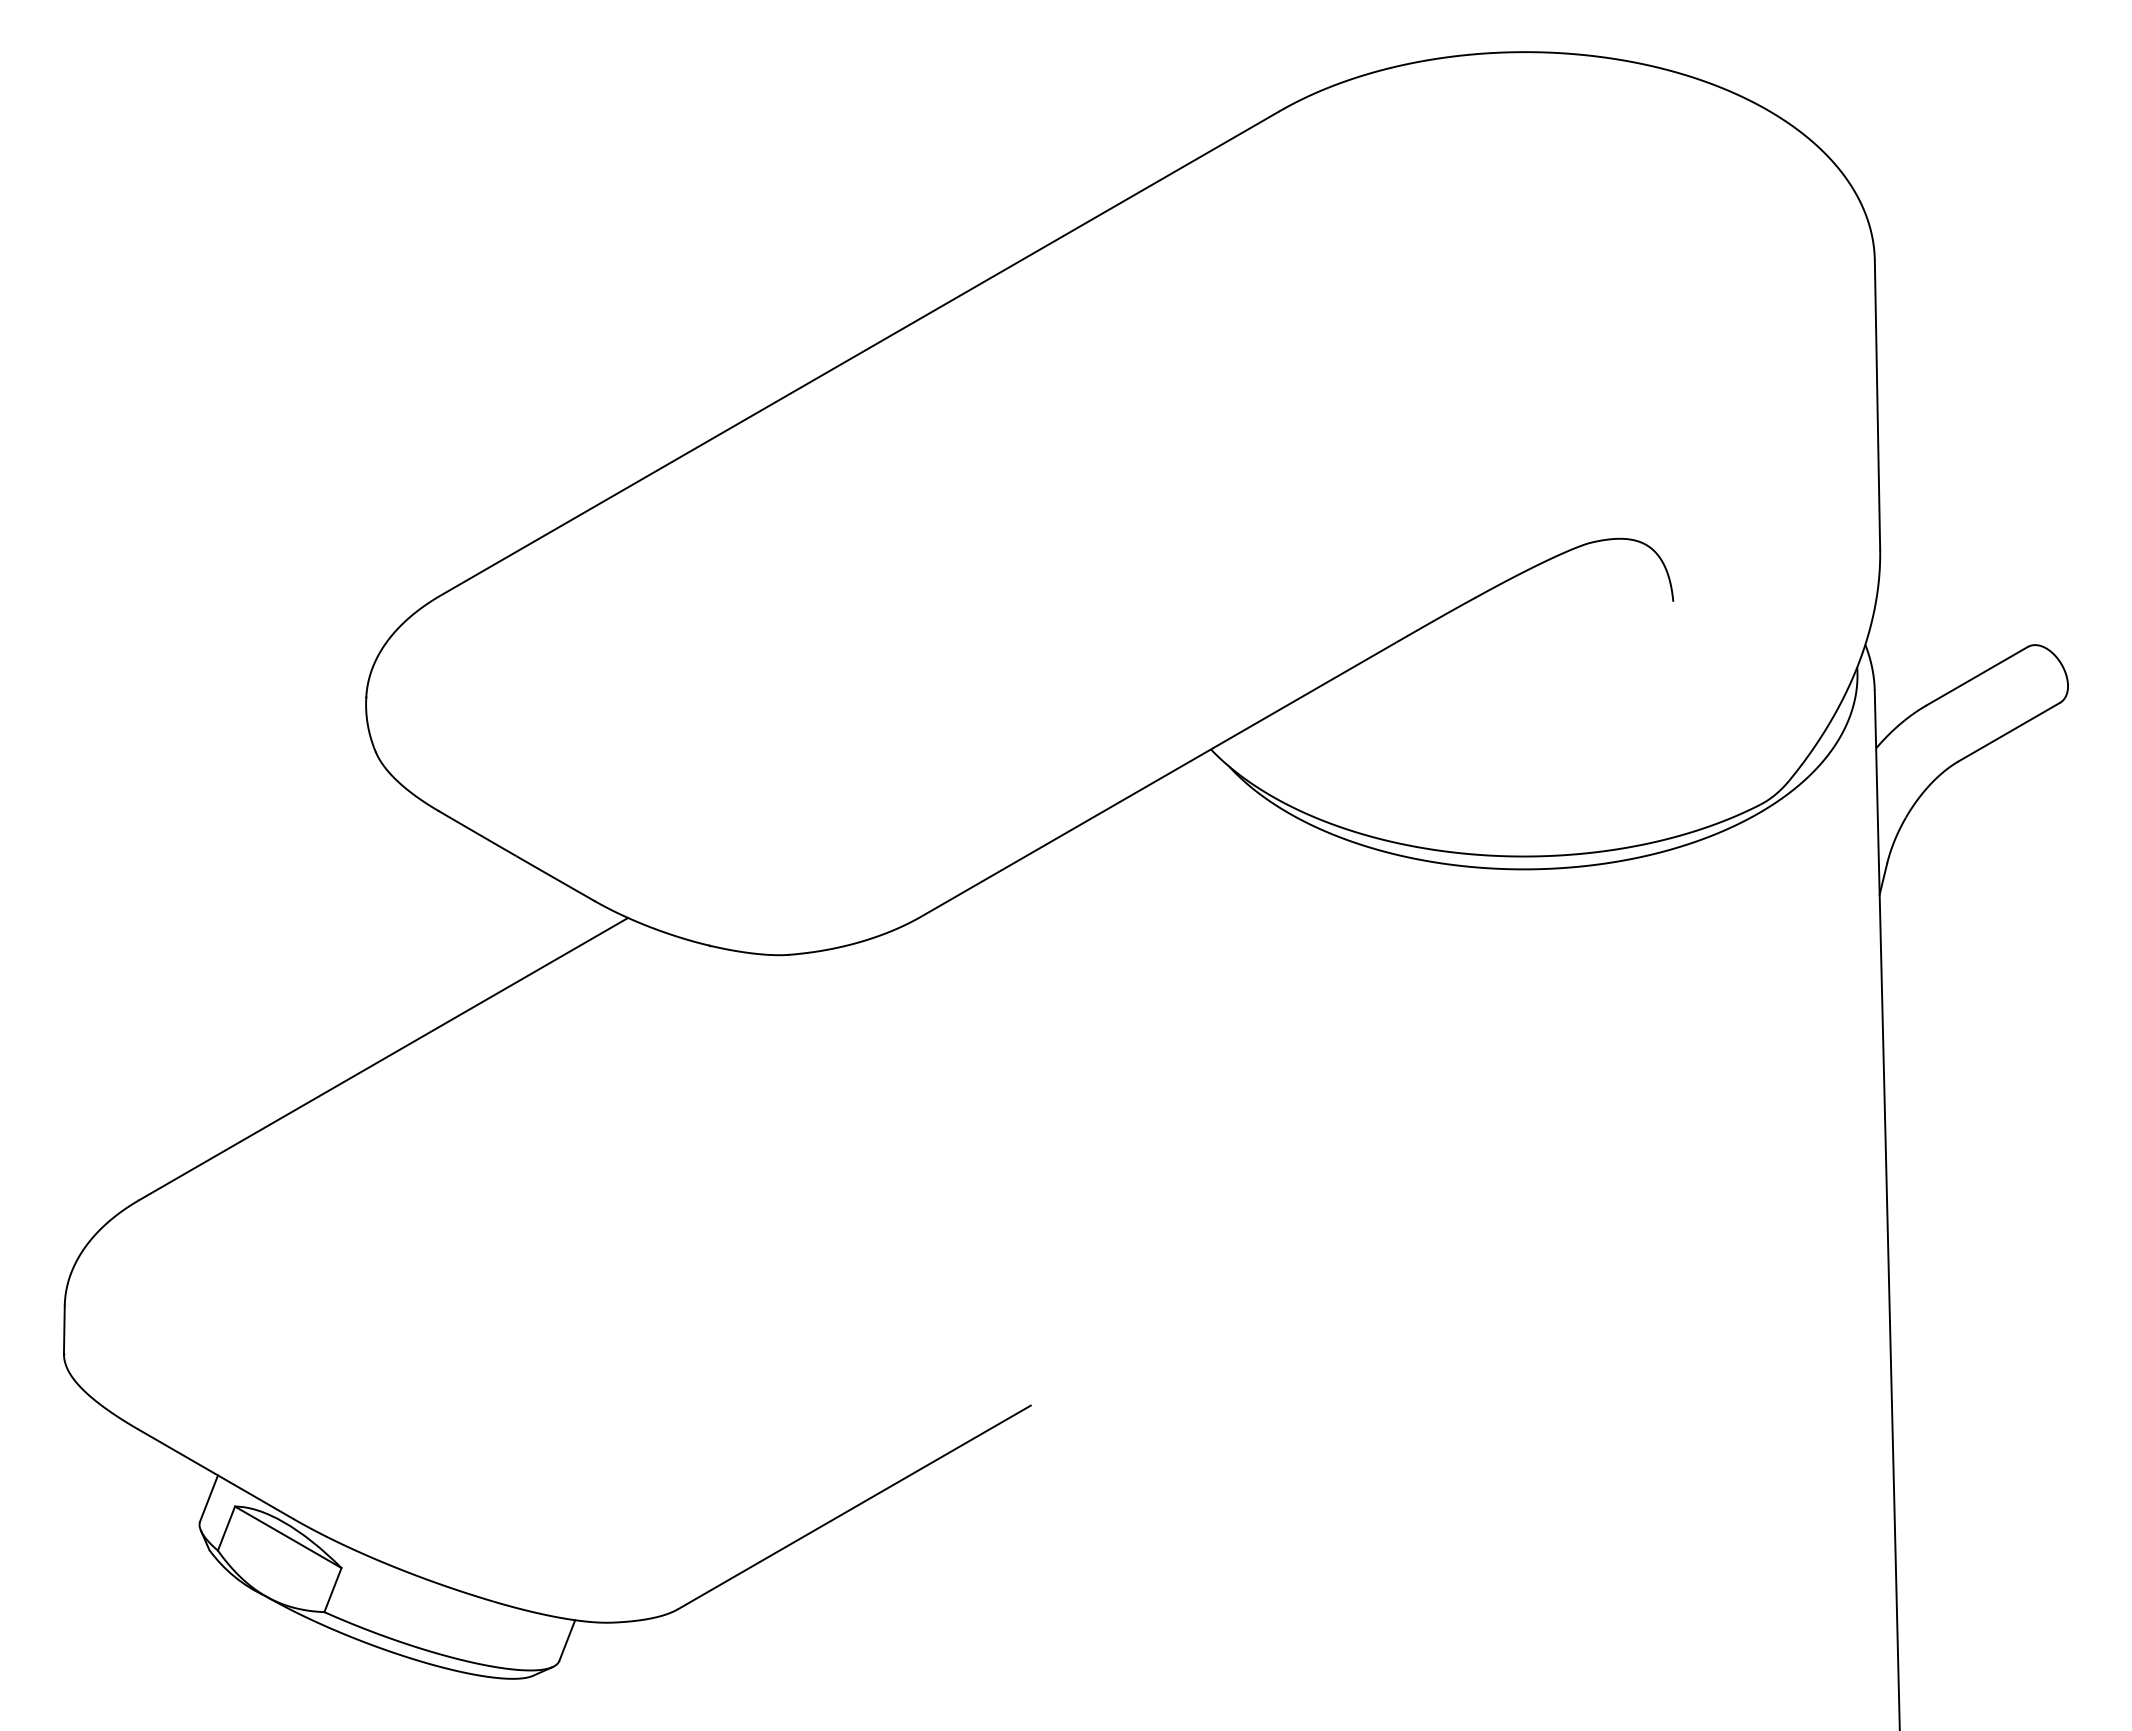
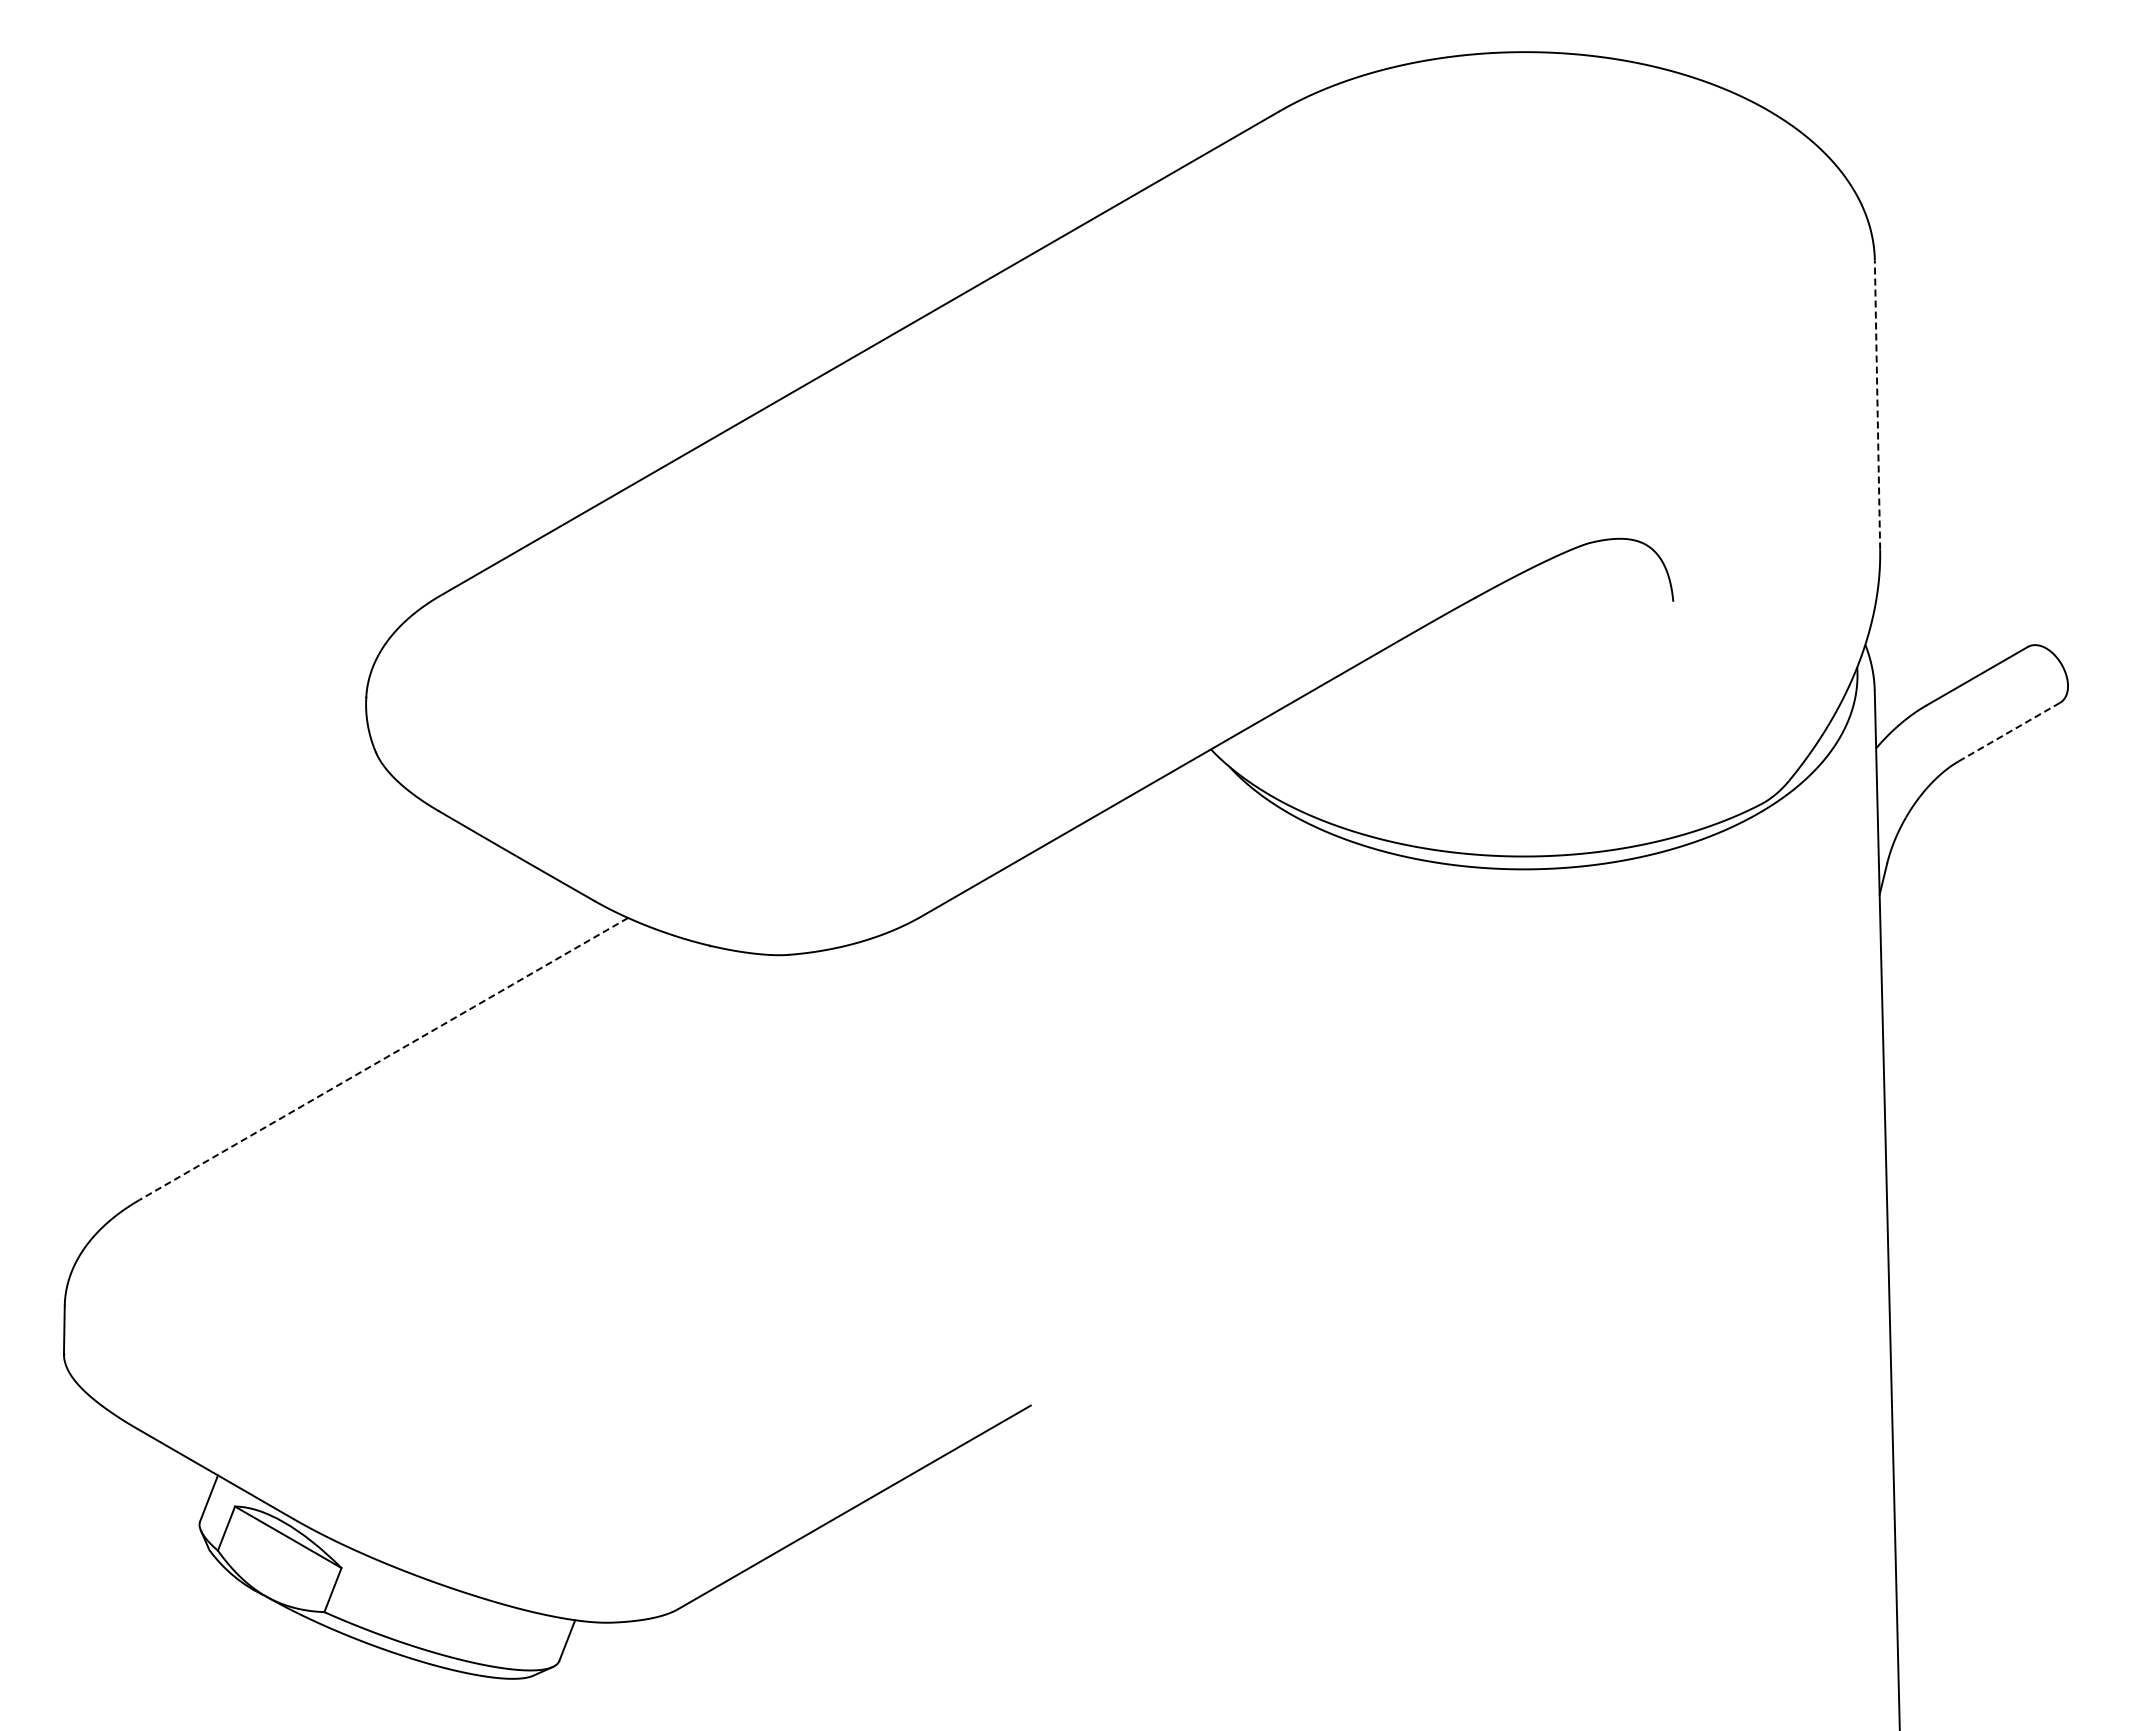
line at (1877, 405): solid -> dashed
line at (2009, 732): solid -> dashed
line at (383, 1059): solid -> dashed
